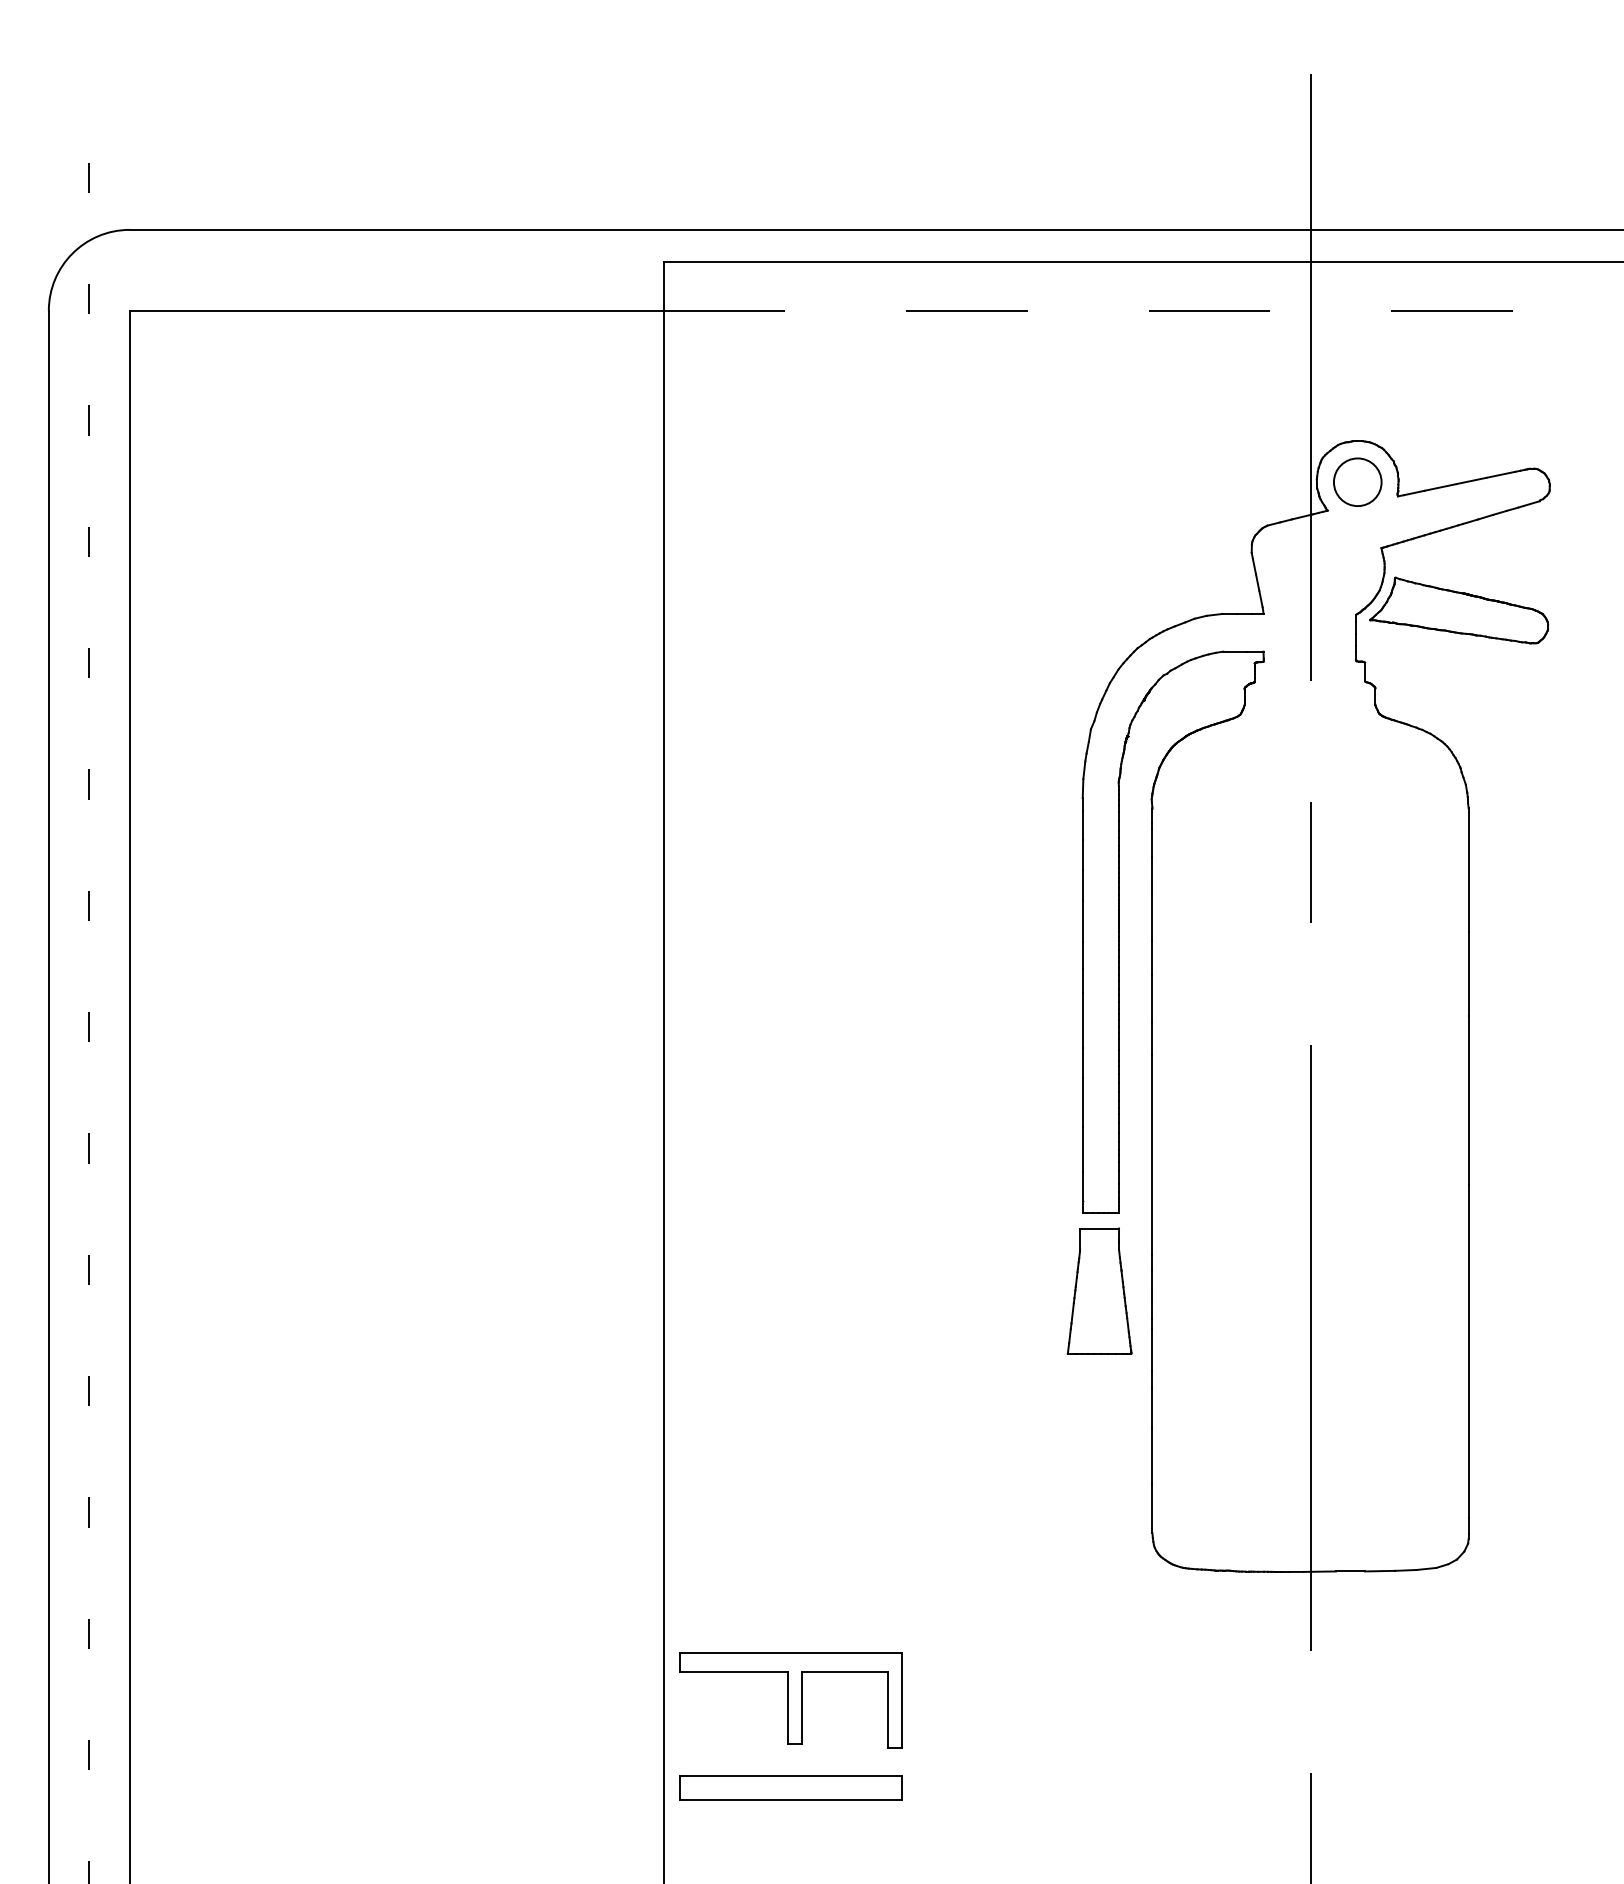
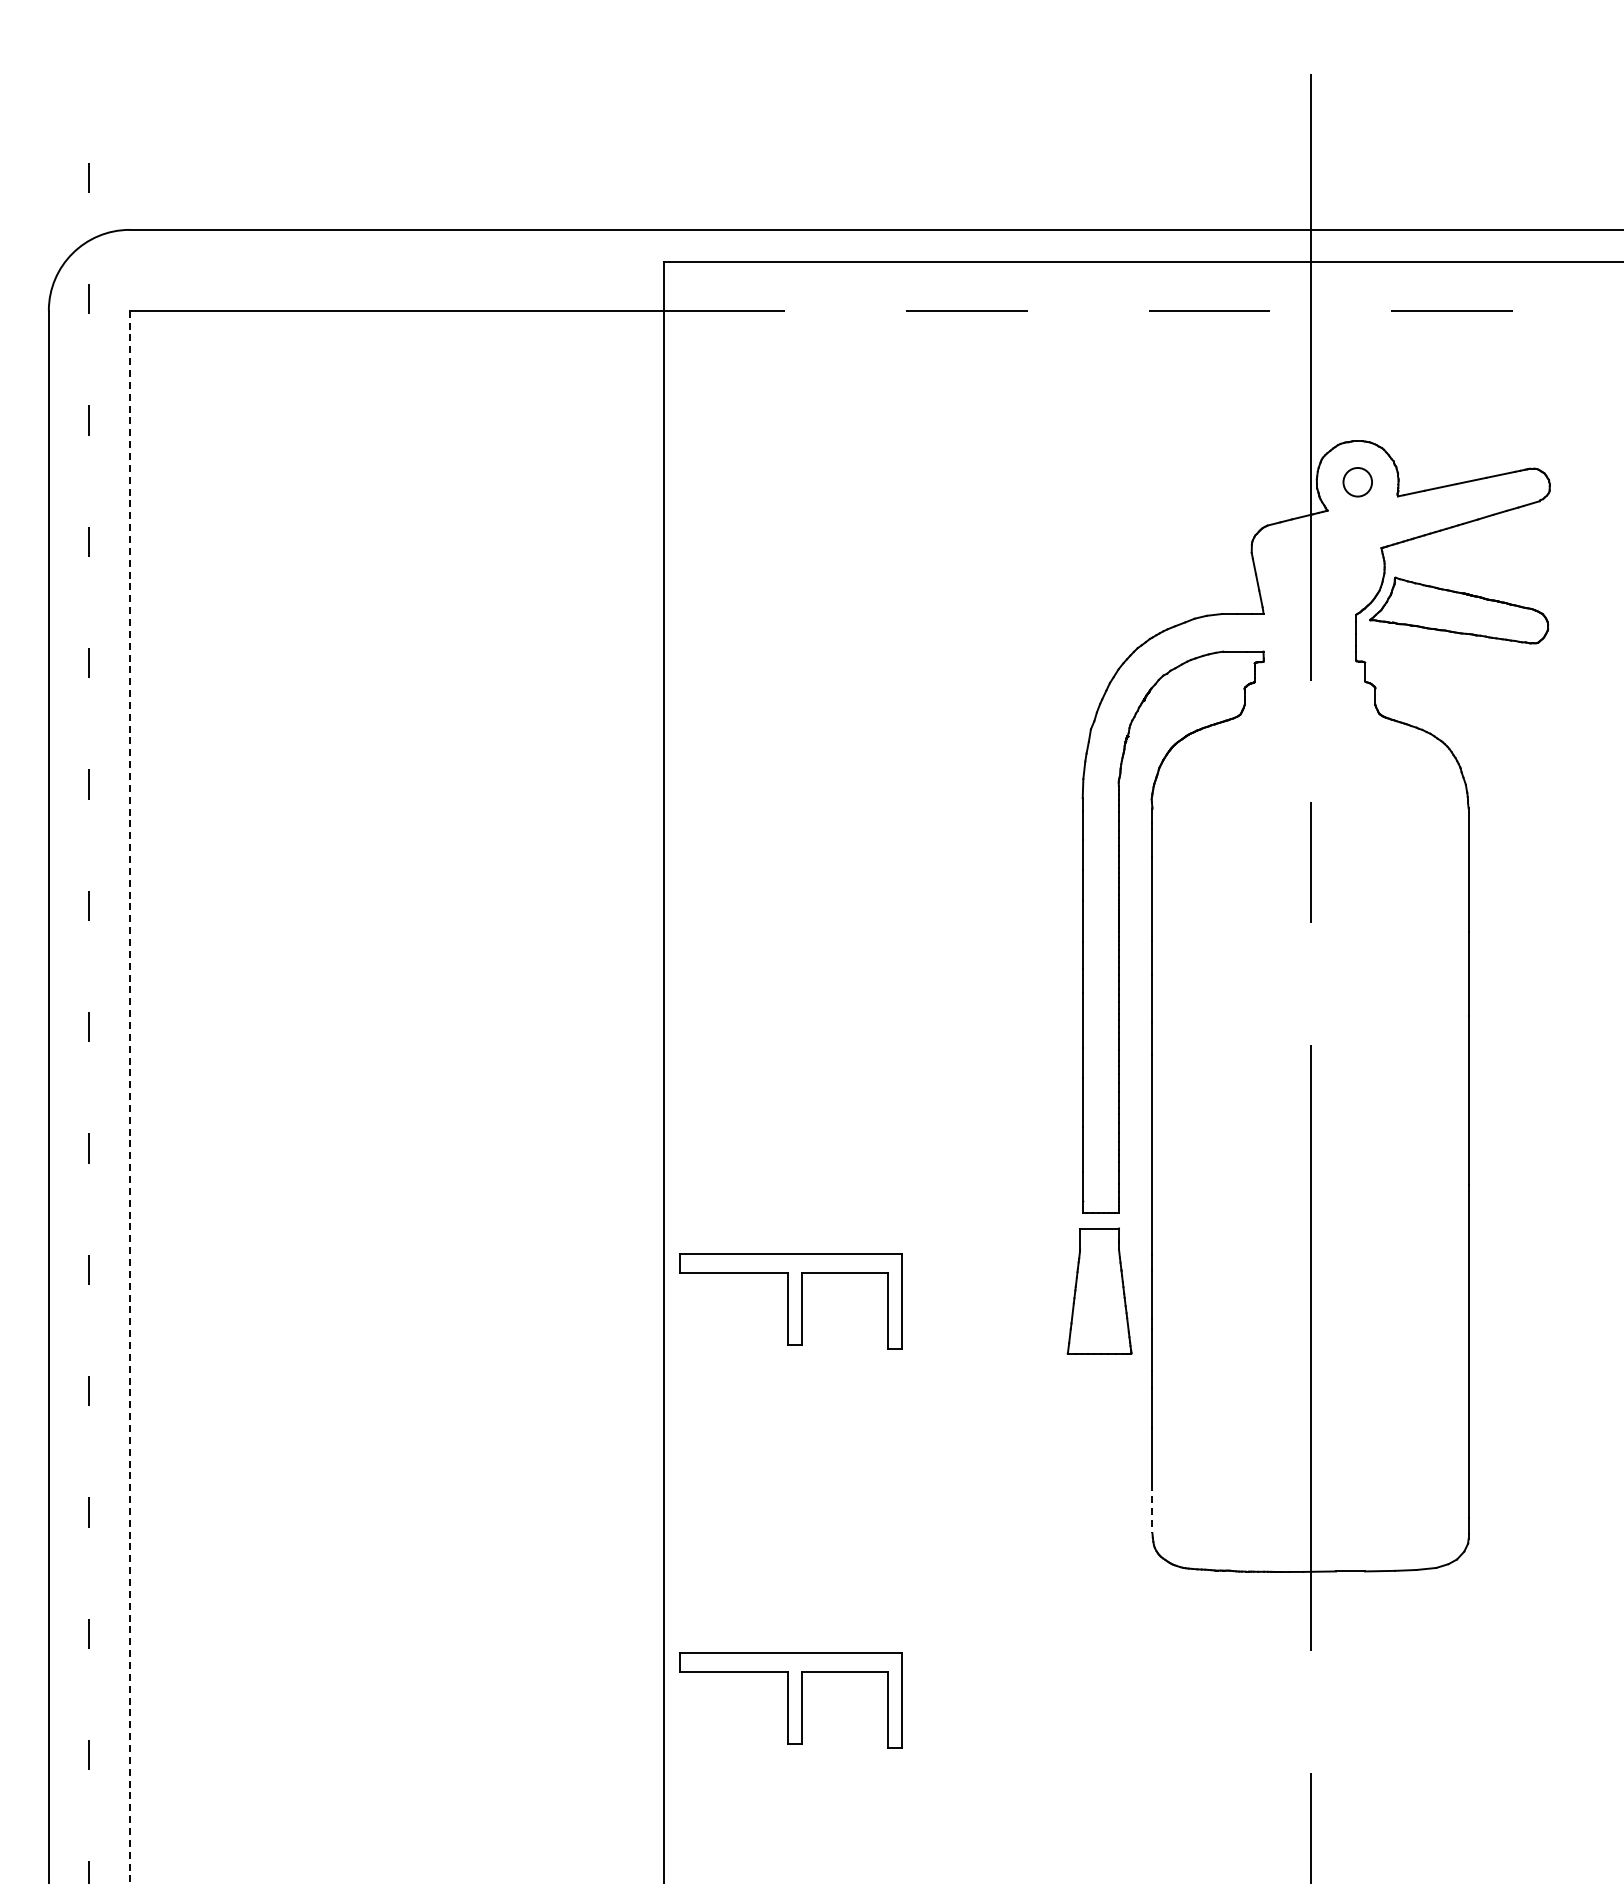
circle at (1357, 482) diameter: 48 px -> 29 px
line at (129, 1097): solid -> dashed
part at (790, 1301): none -> present
line at (1152, 1509): solid -> dashed
part at (790, 1787): present -> none
